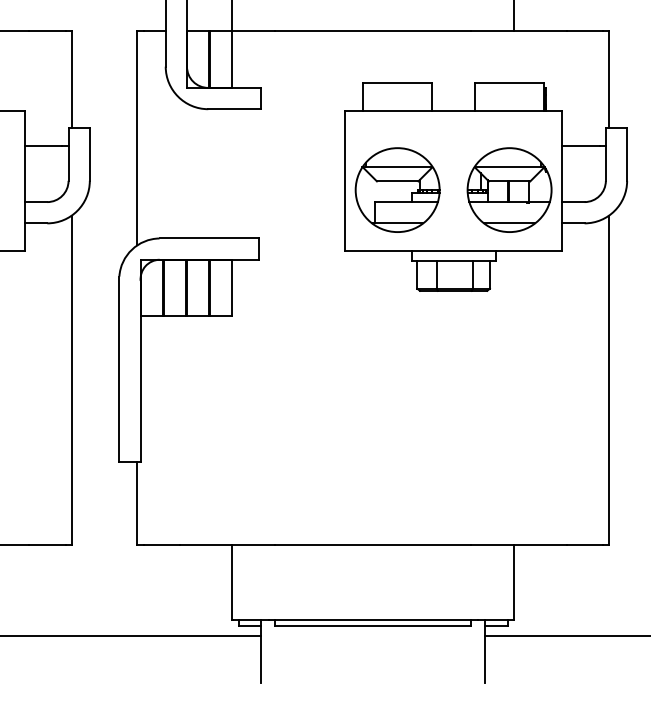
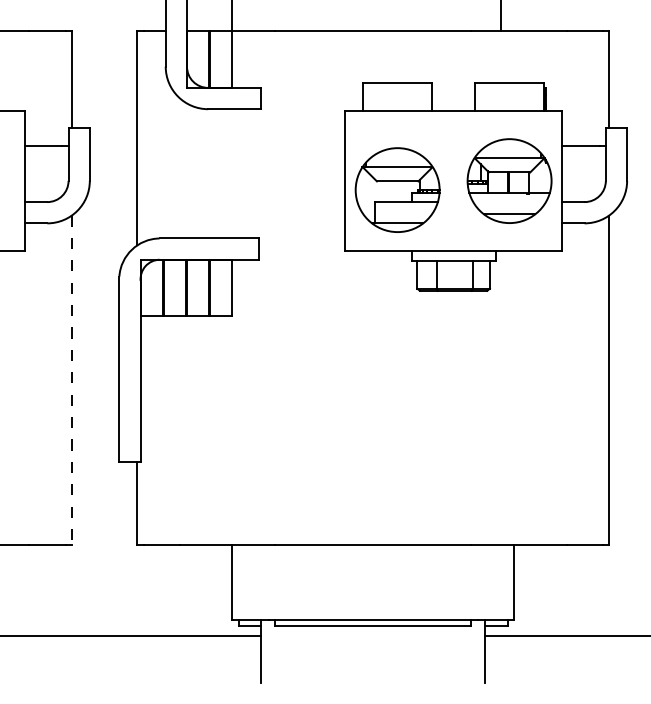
line at (514, 16) position: (514, 16) -> (501, 16)
part at (509, 189) position: (509, 189) -> (509, 180)
line at (71, 380): solid -> dashed
